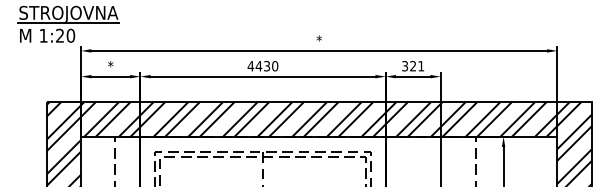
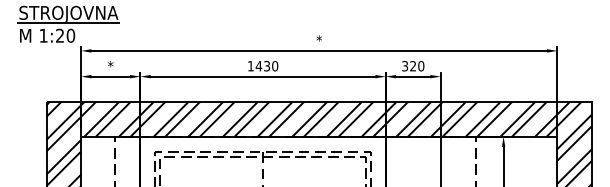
text at (250, 66): 4430 -> 1430
text at (421, 66): 321 -> 320
